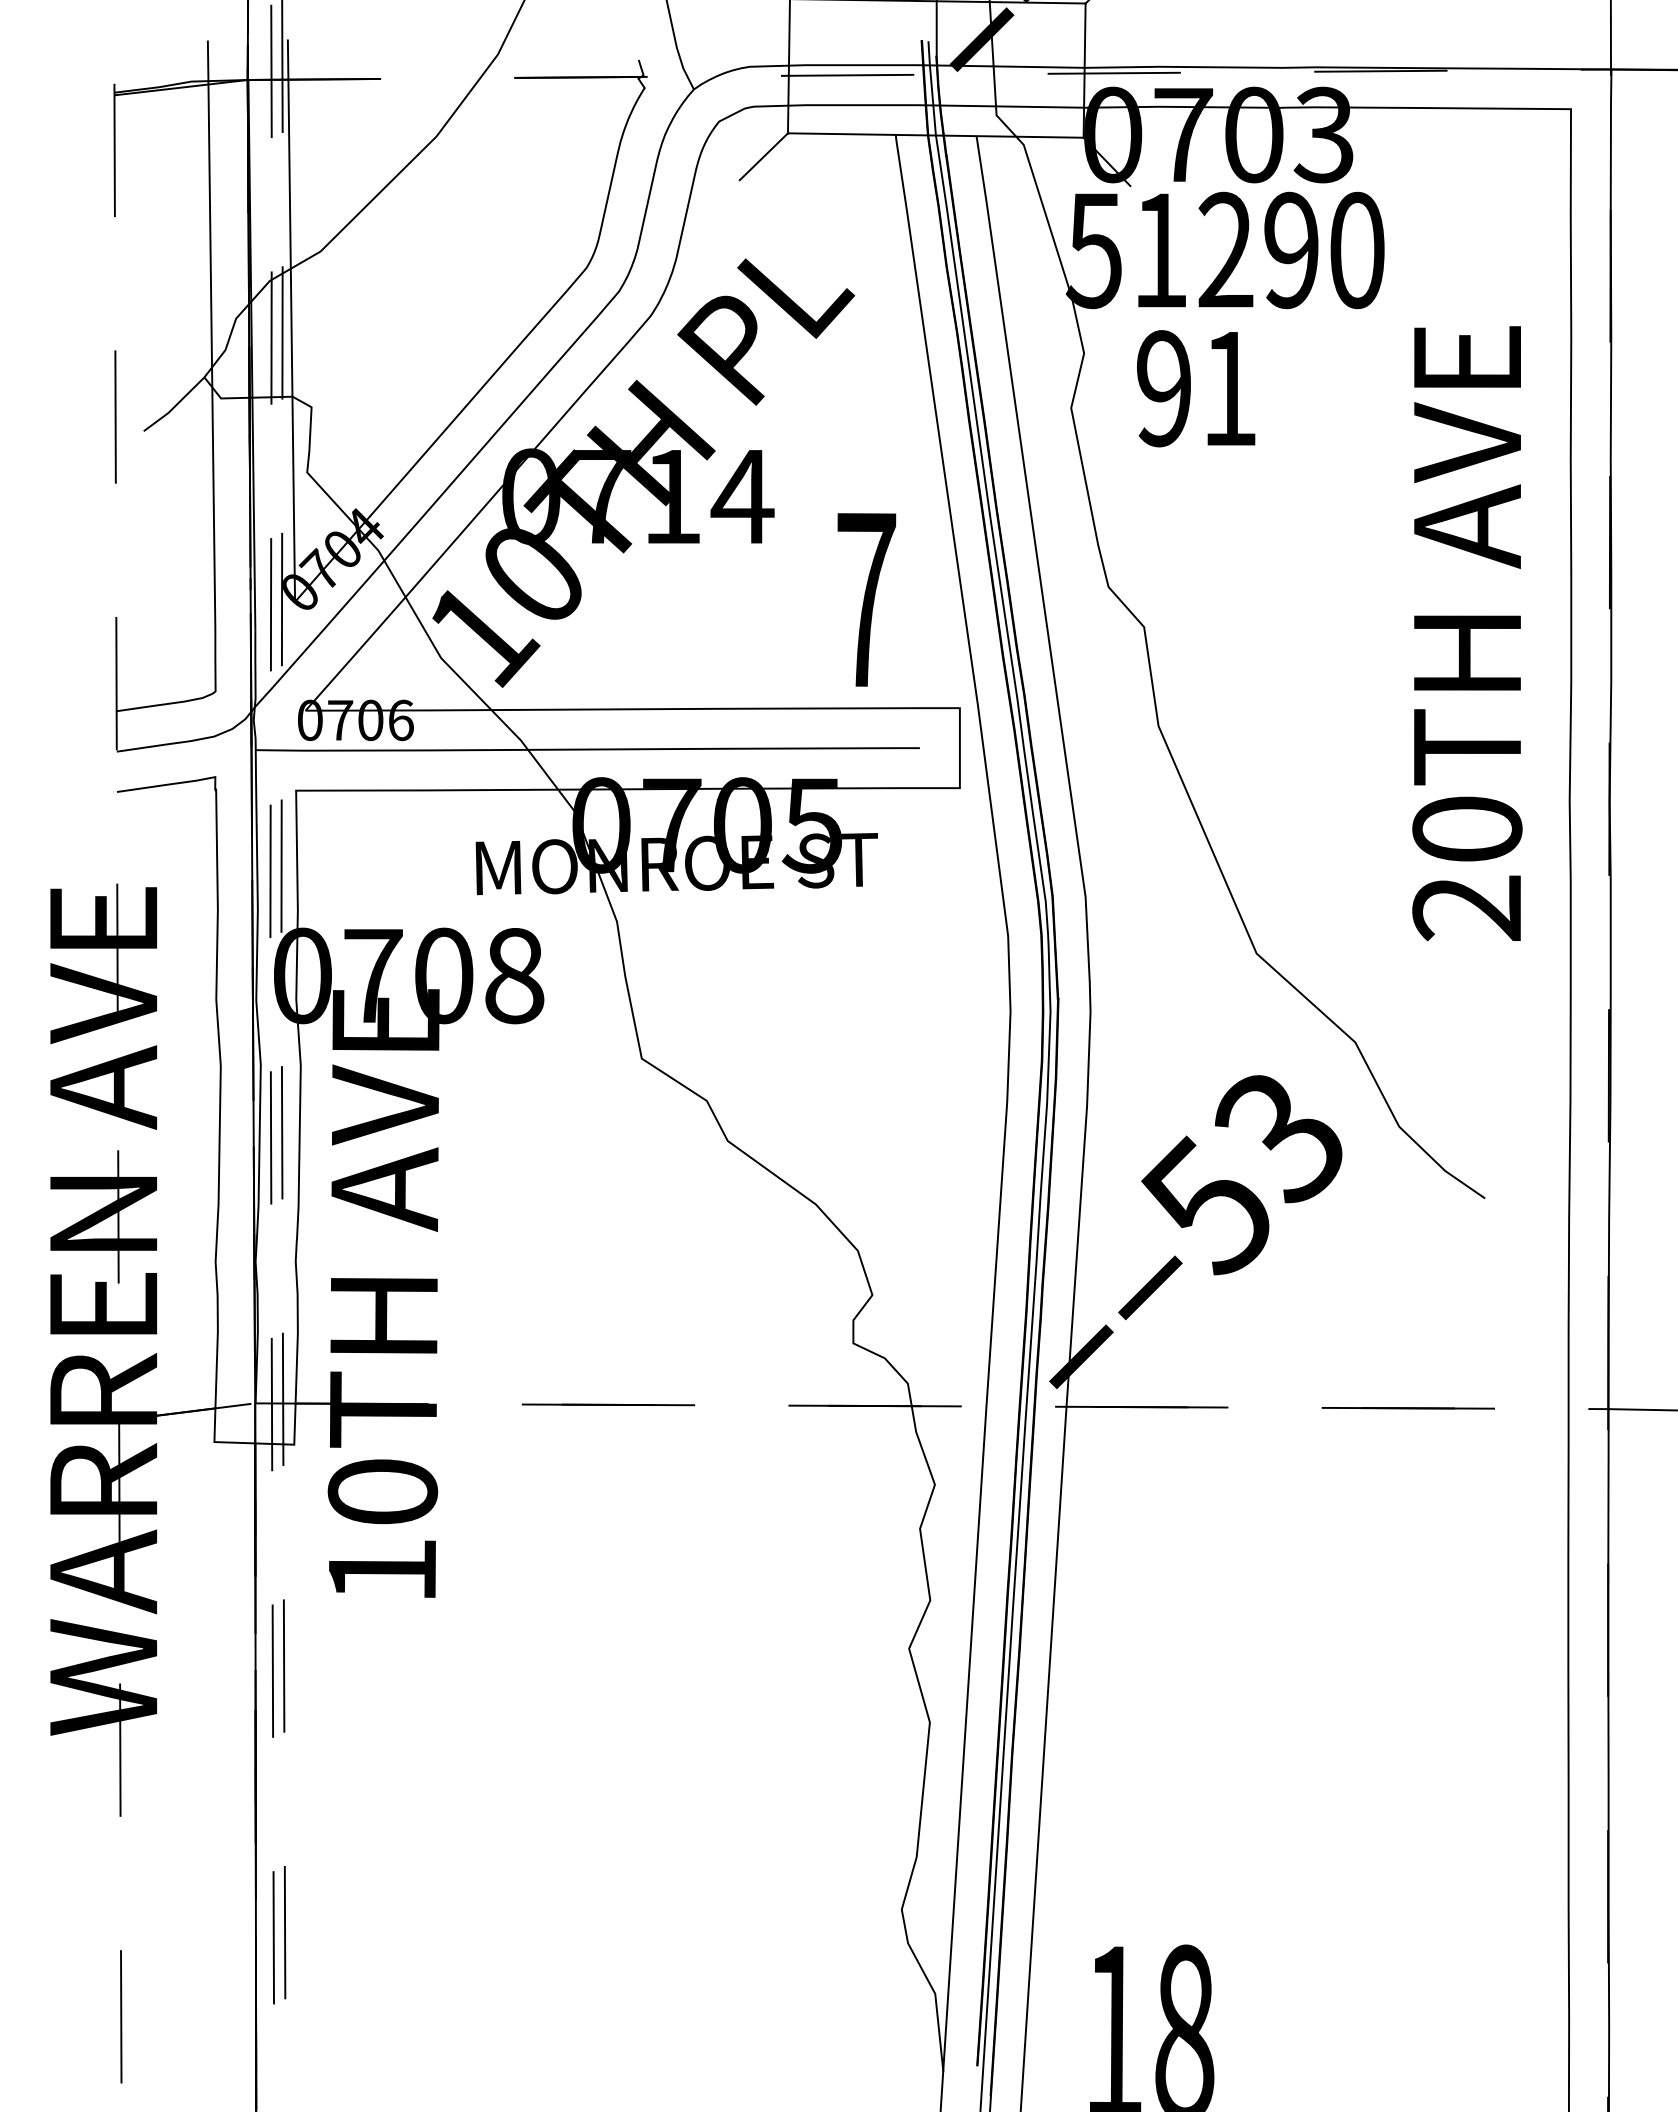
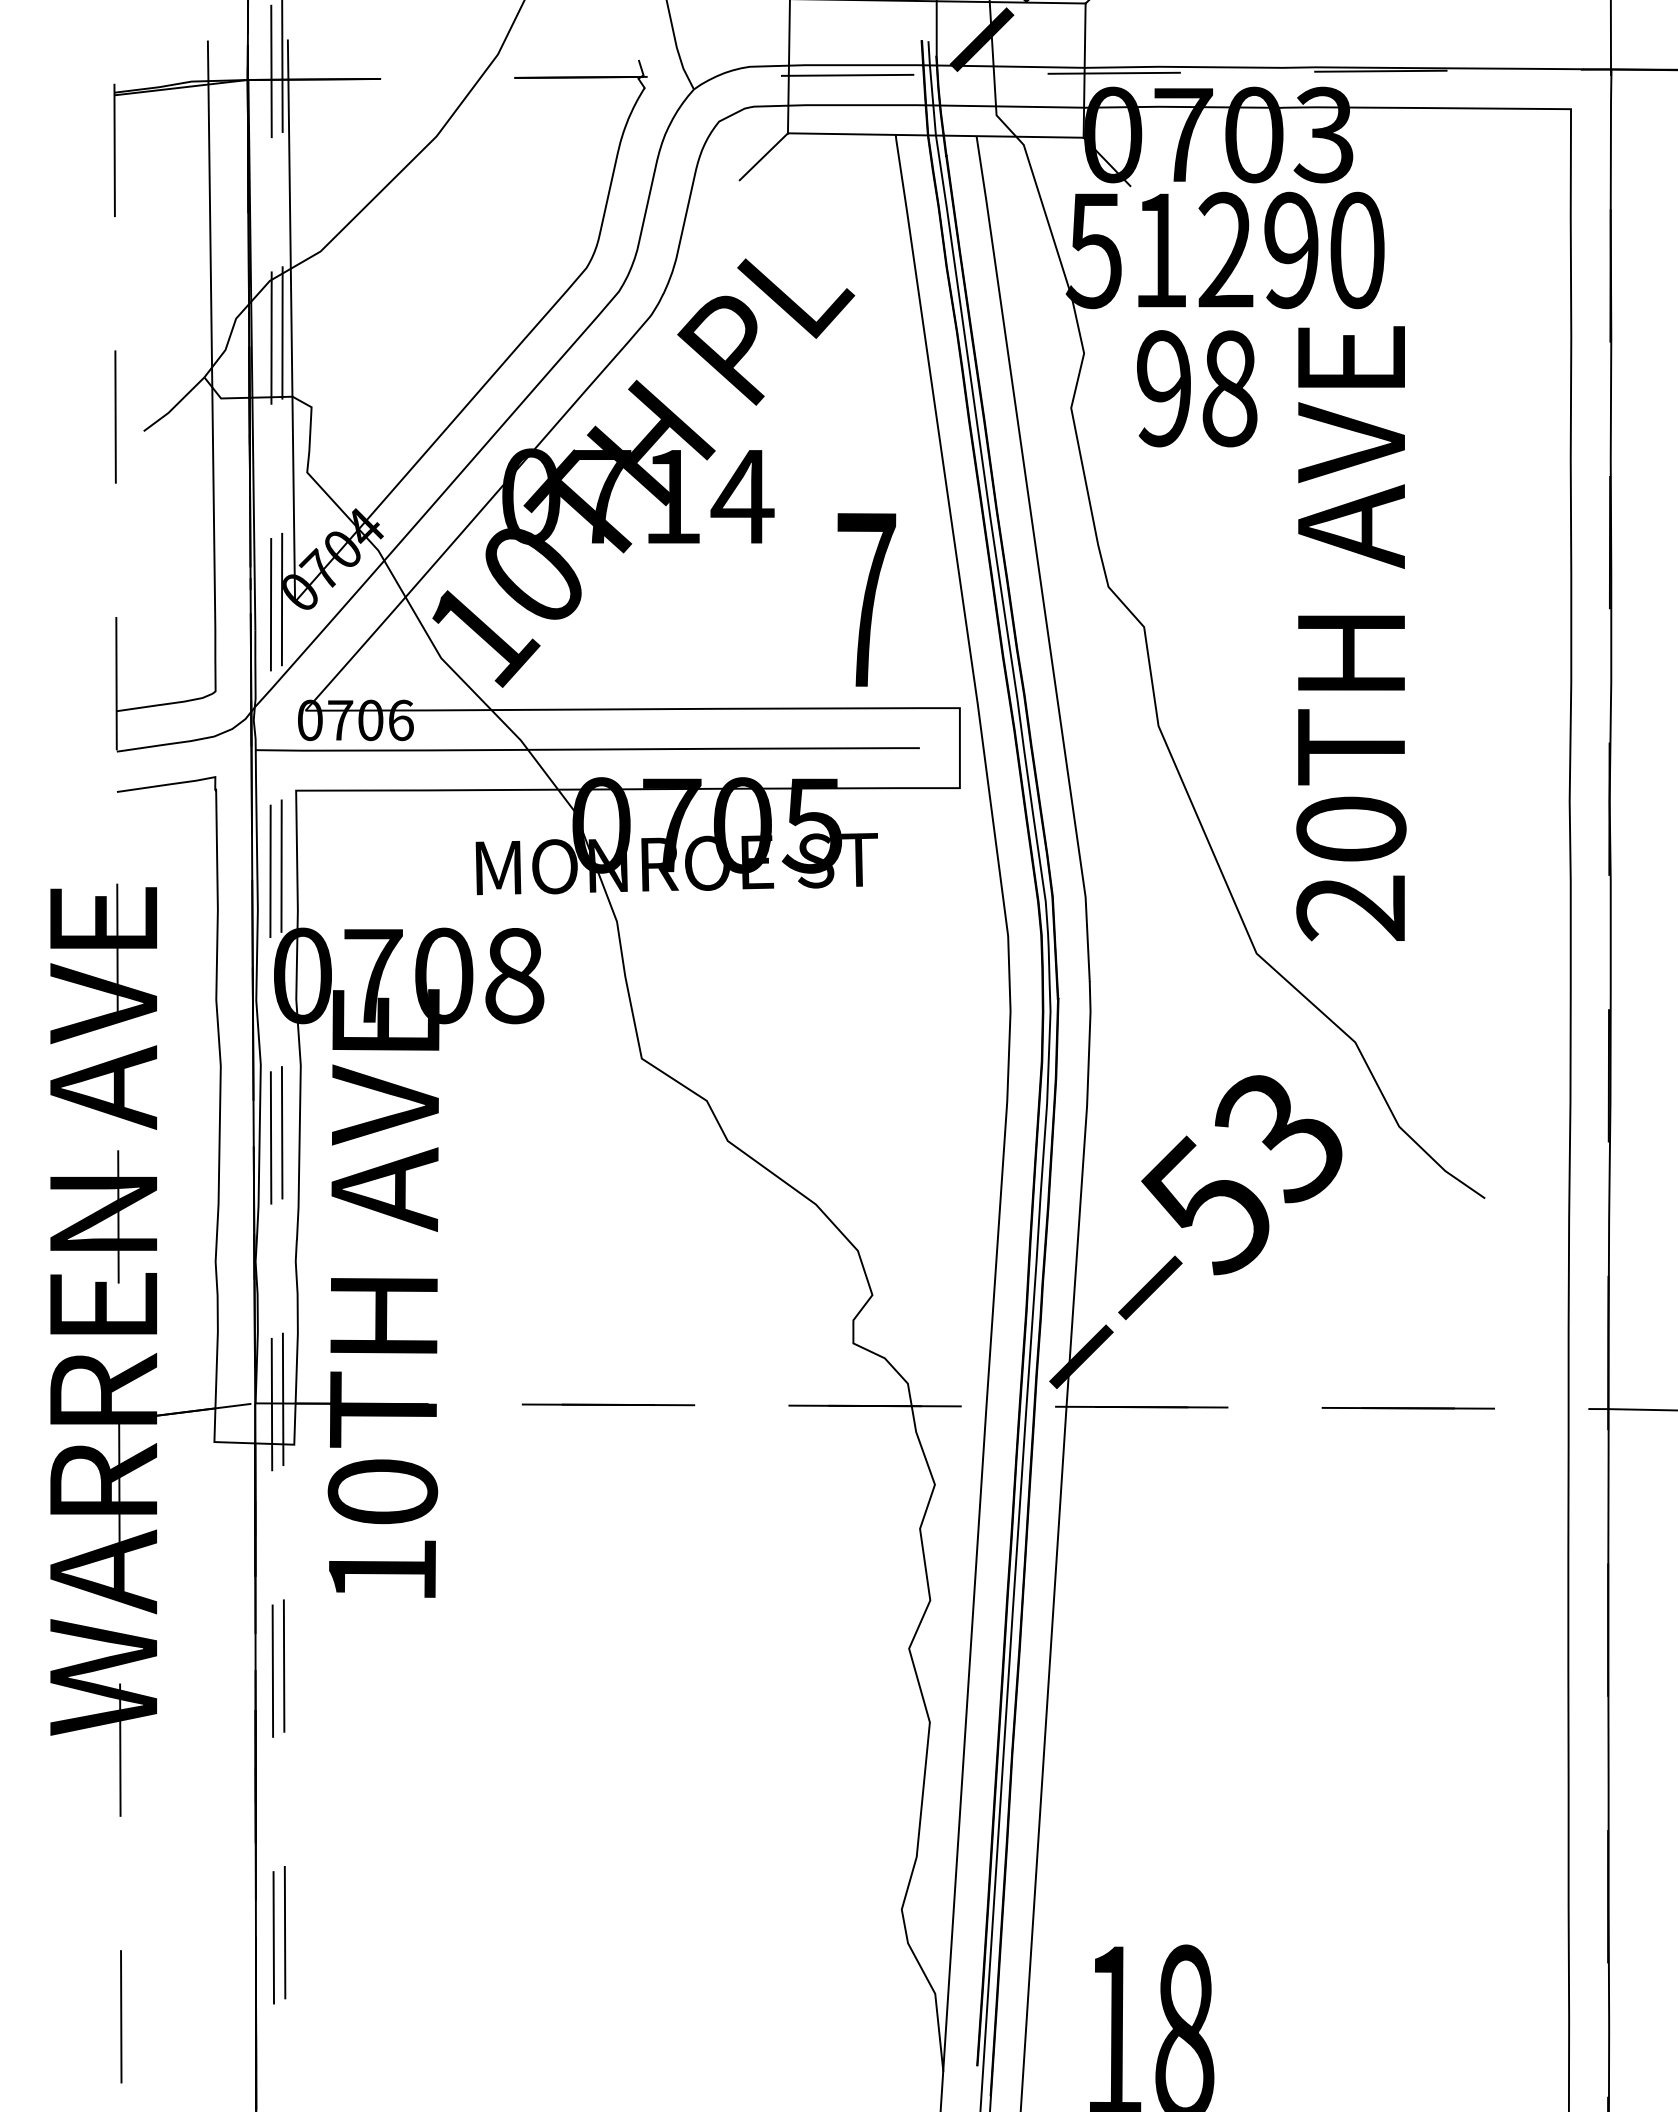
text at (1229, 388): 91 -> 98
text at (1467, 633) position: (1467, 633) -> (1351, 633)
